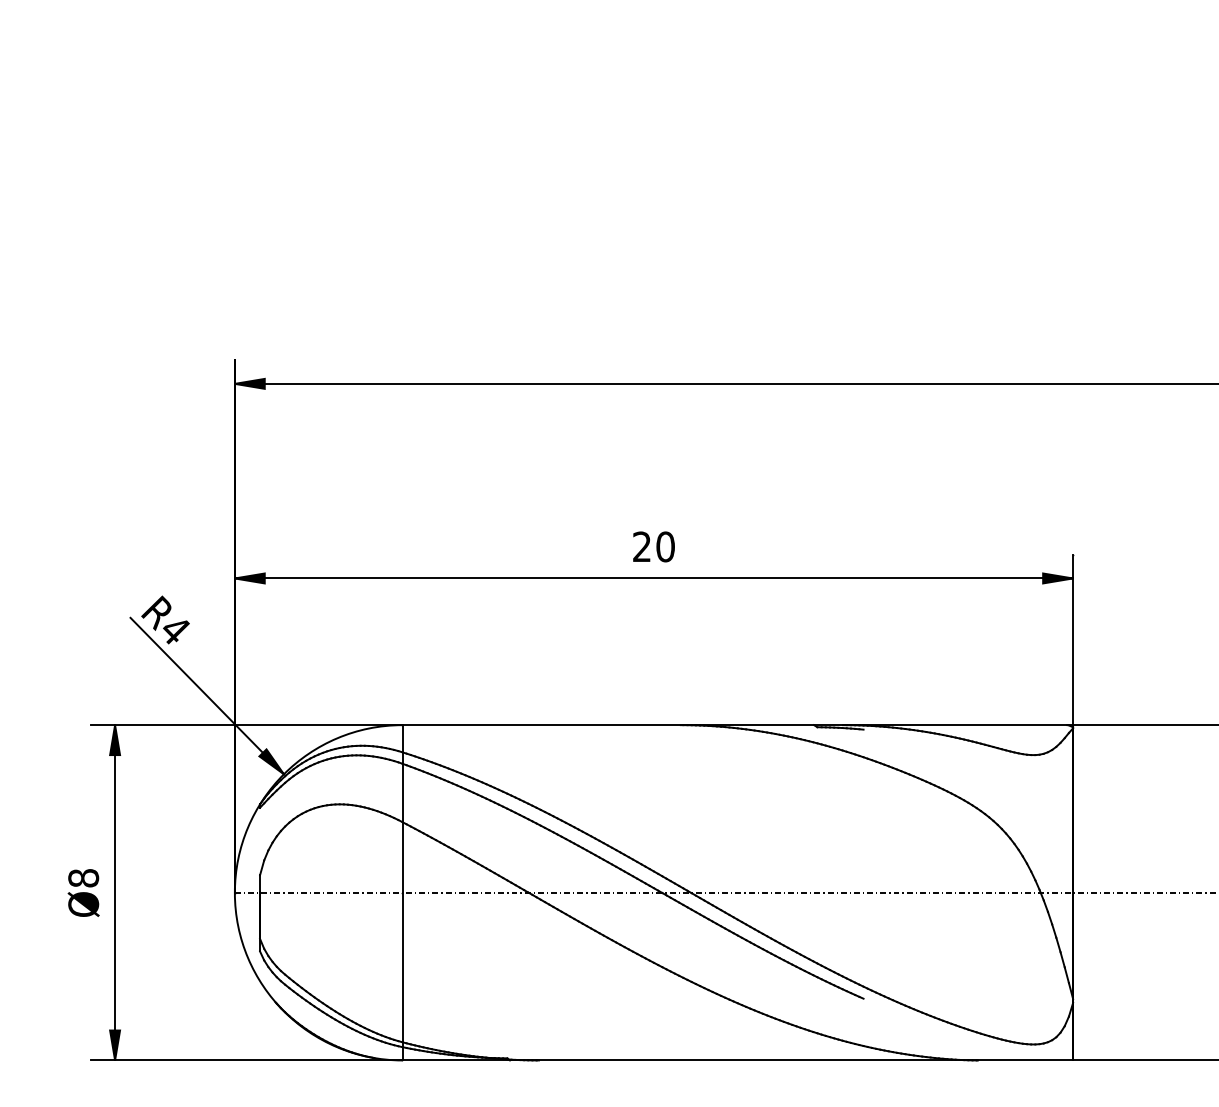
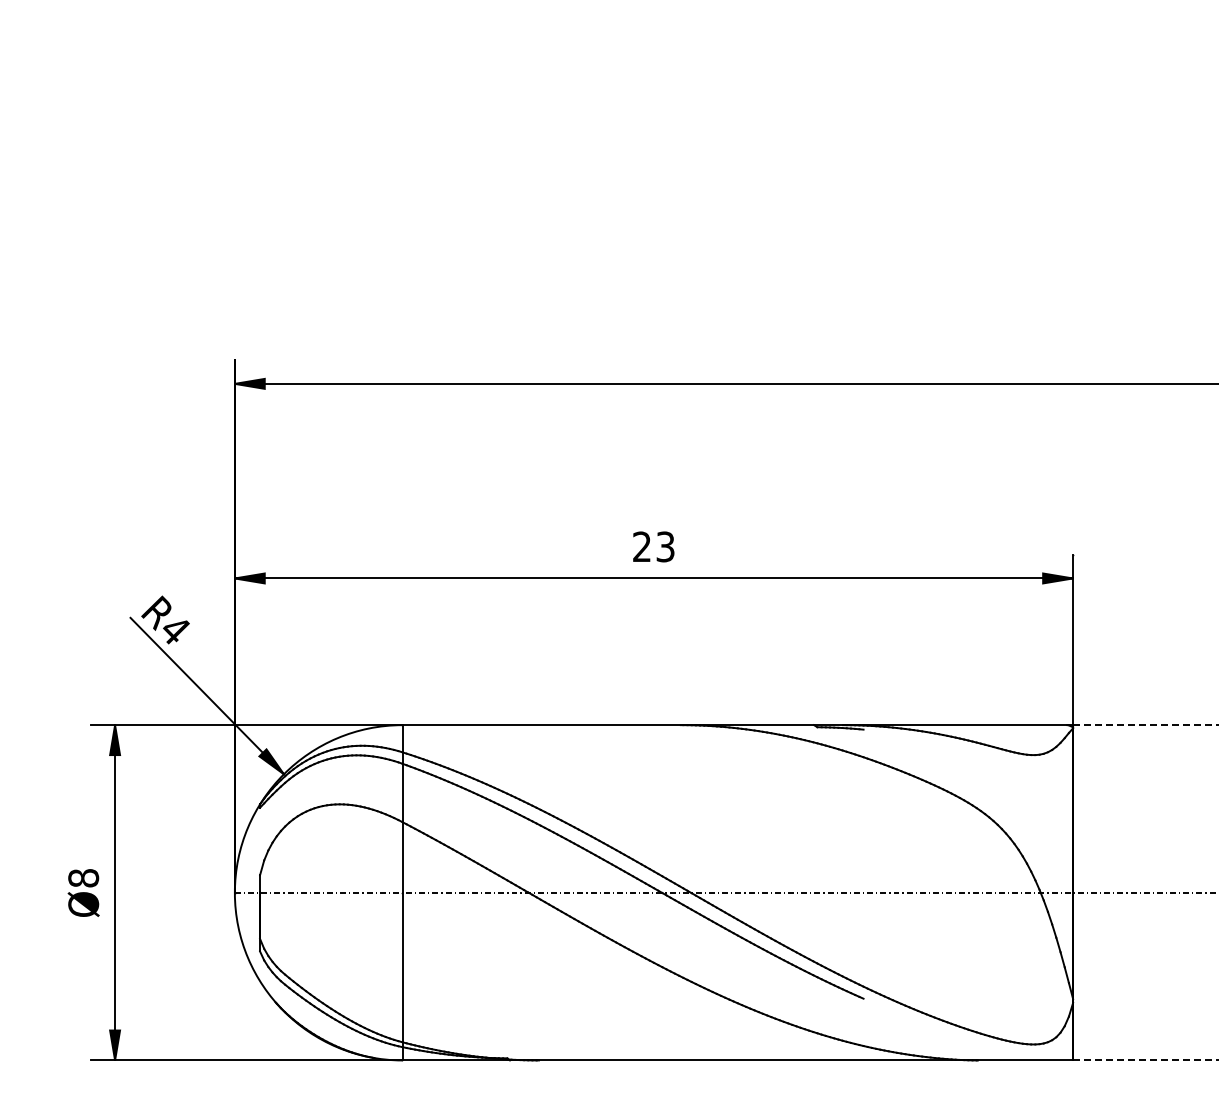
text at (665, 546): 20 -> 23
line at (1146, 725): solid -> dashed
line at (1146, 1060): solid -> dashed
